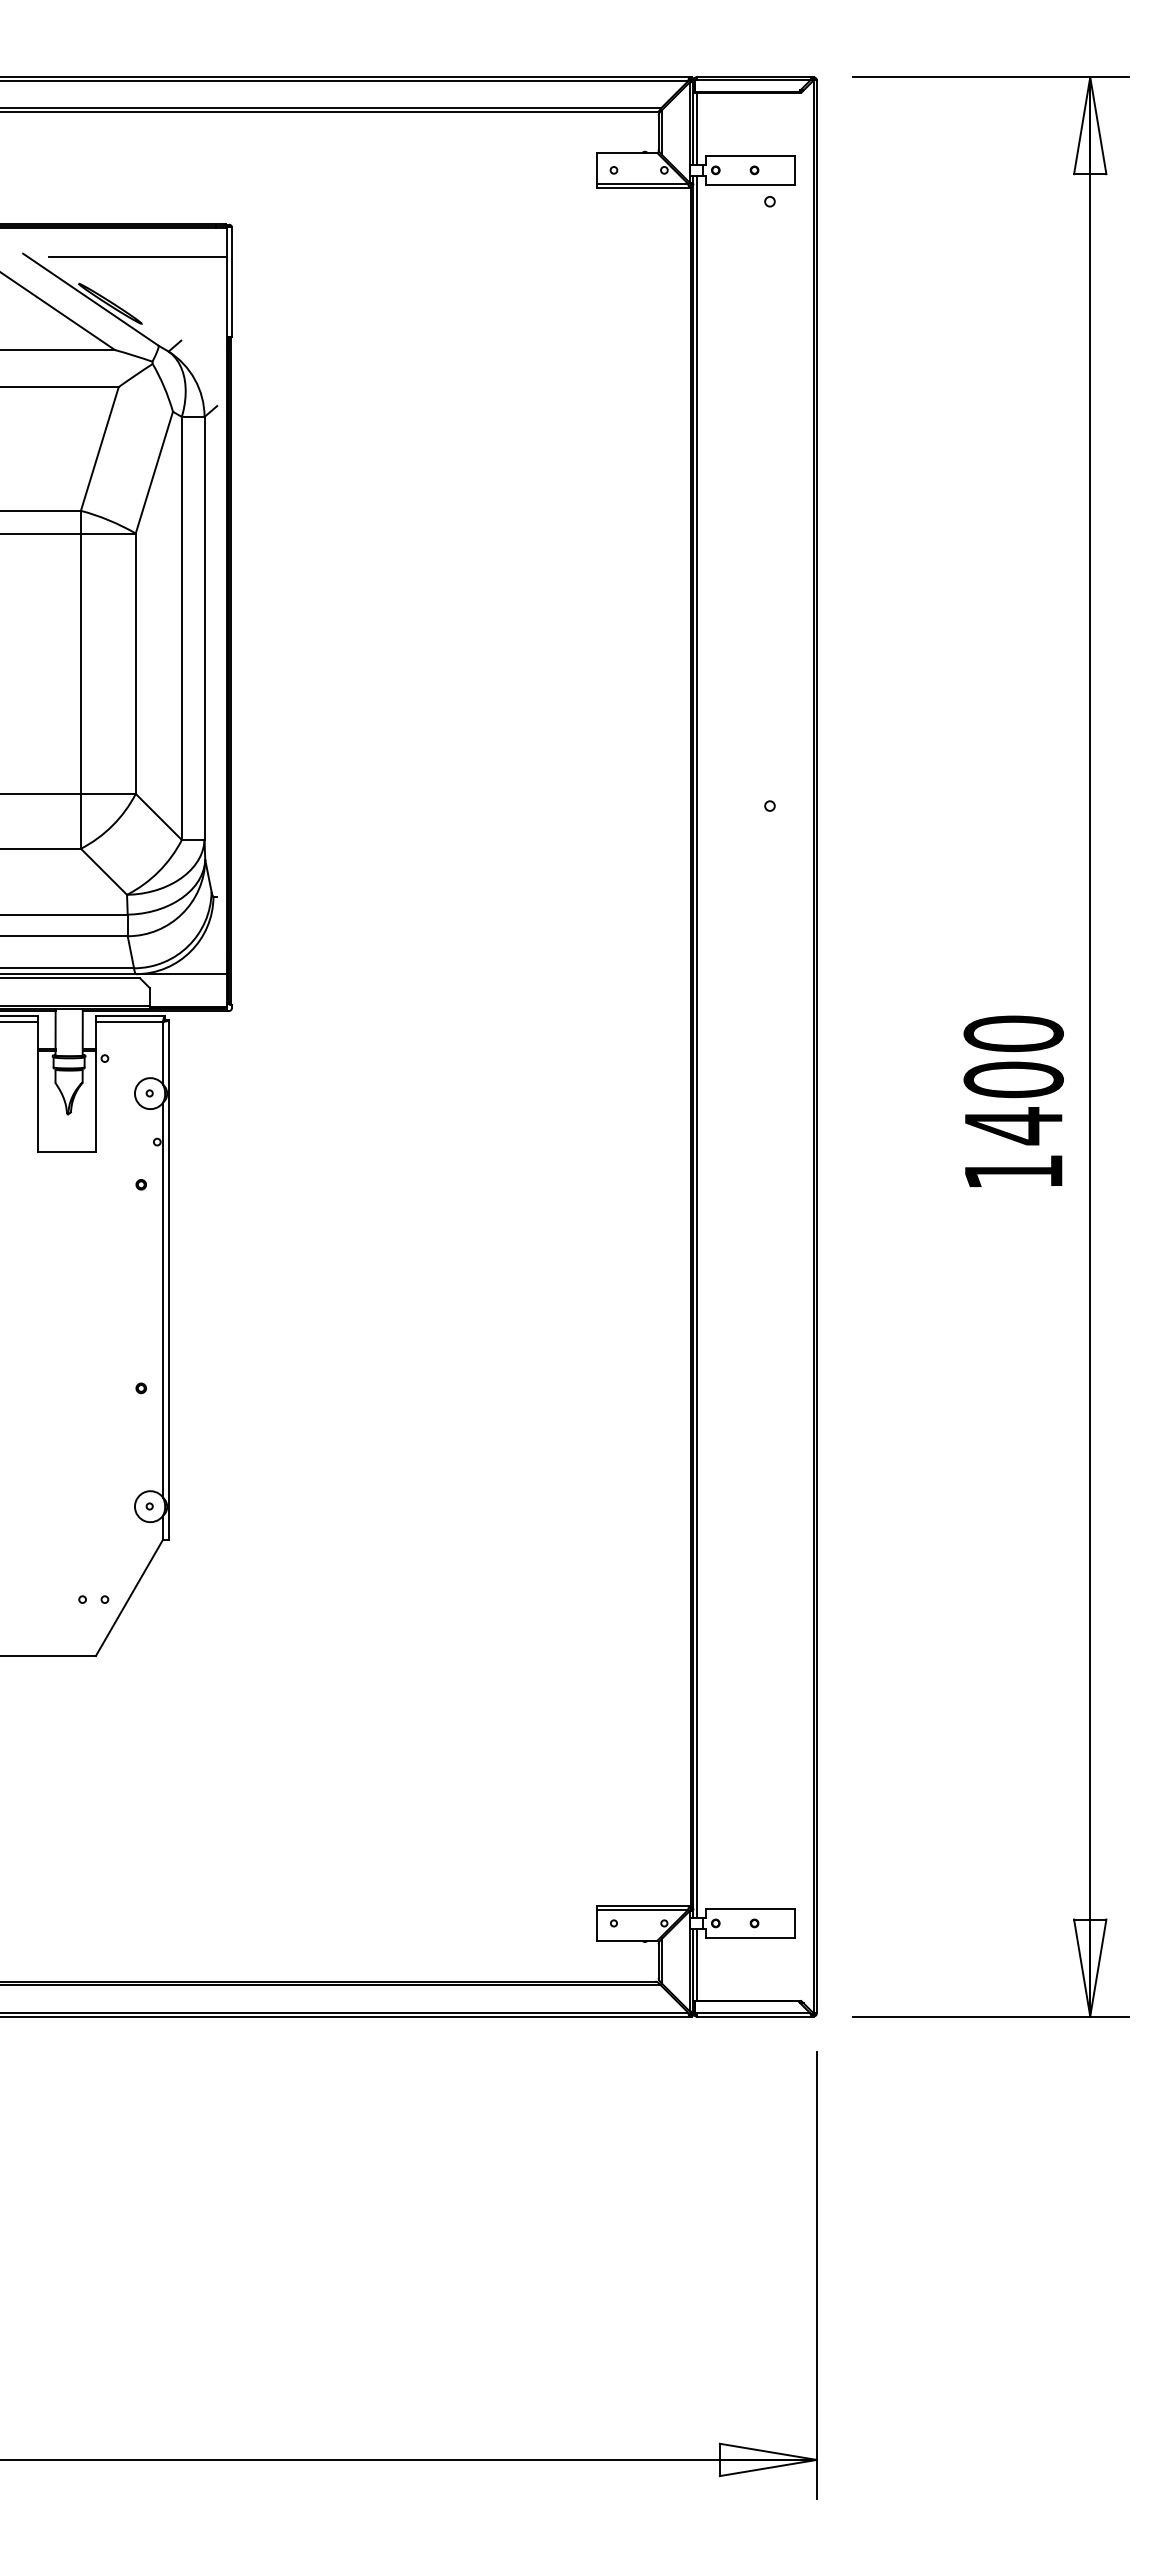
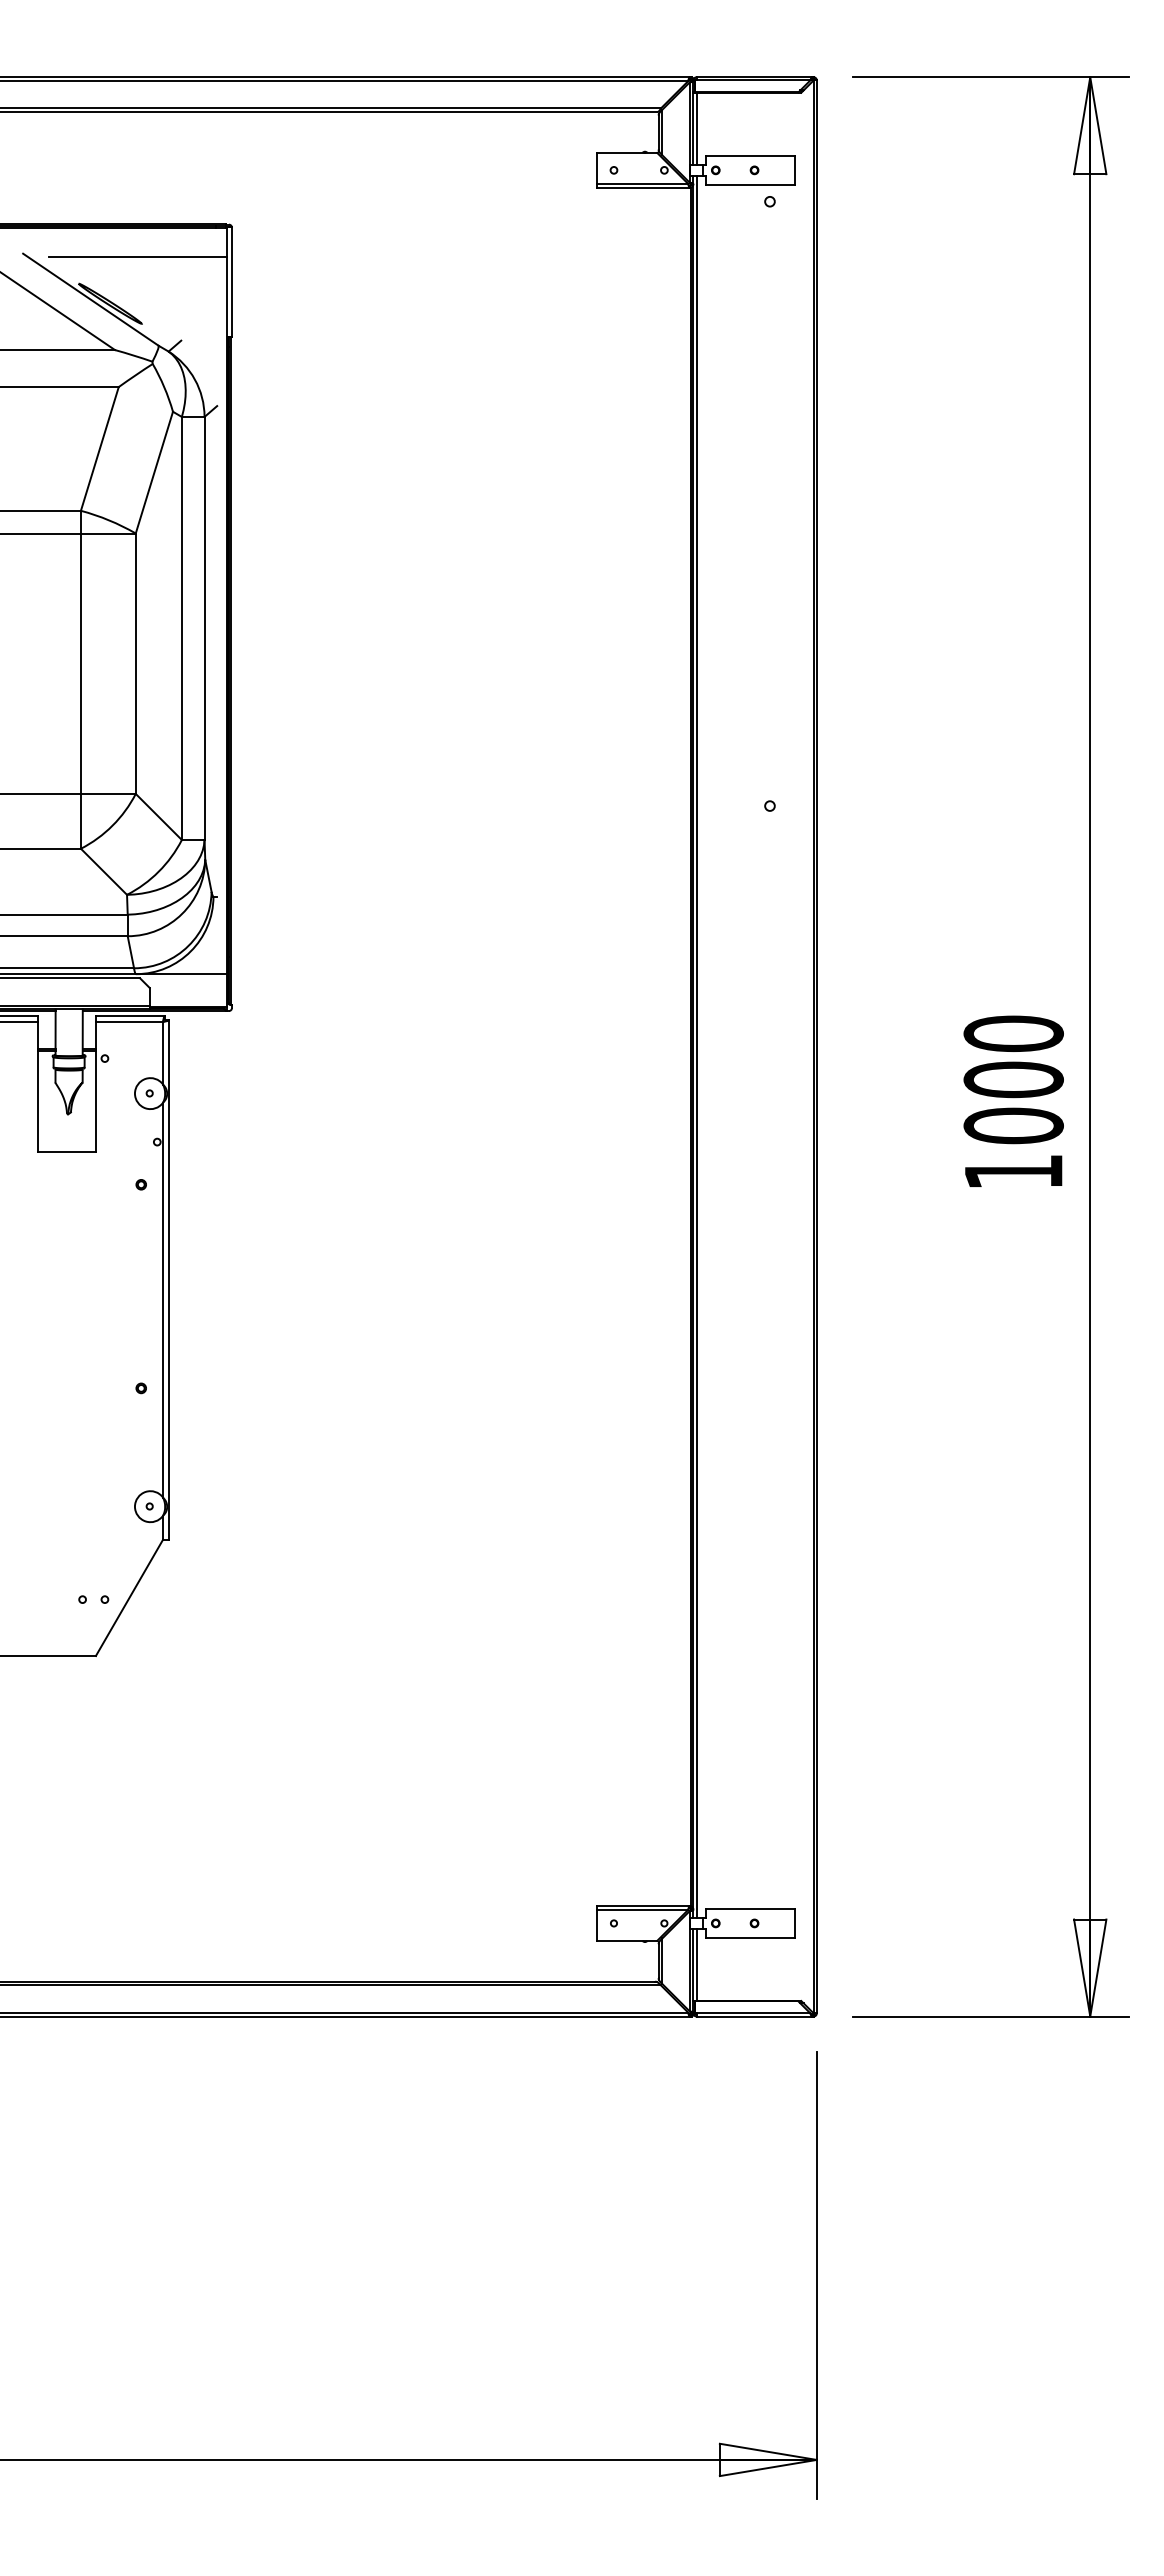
text at (1013, 1126): 1400 -> 1000
